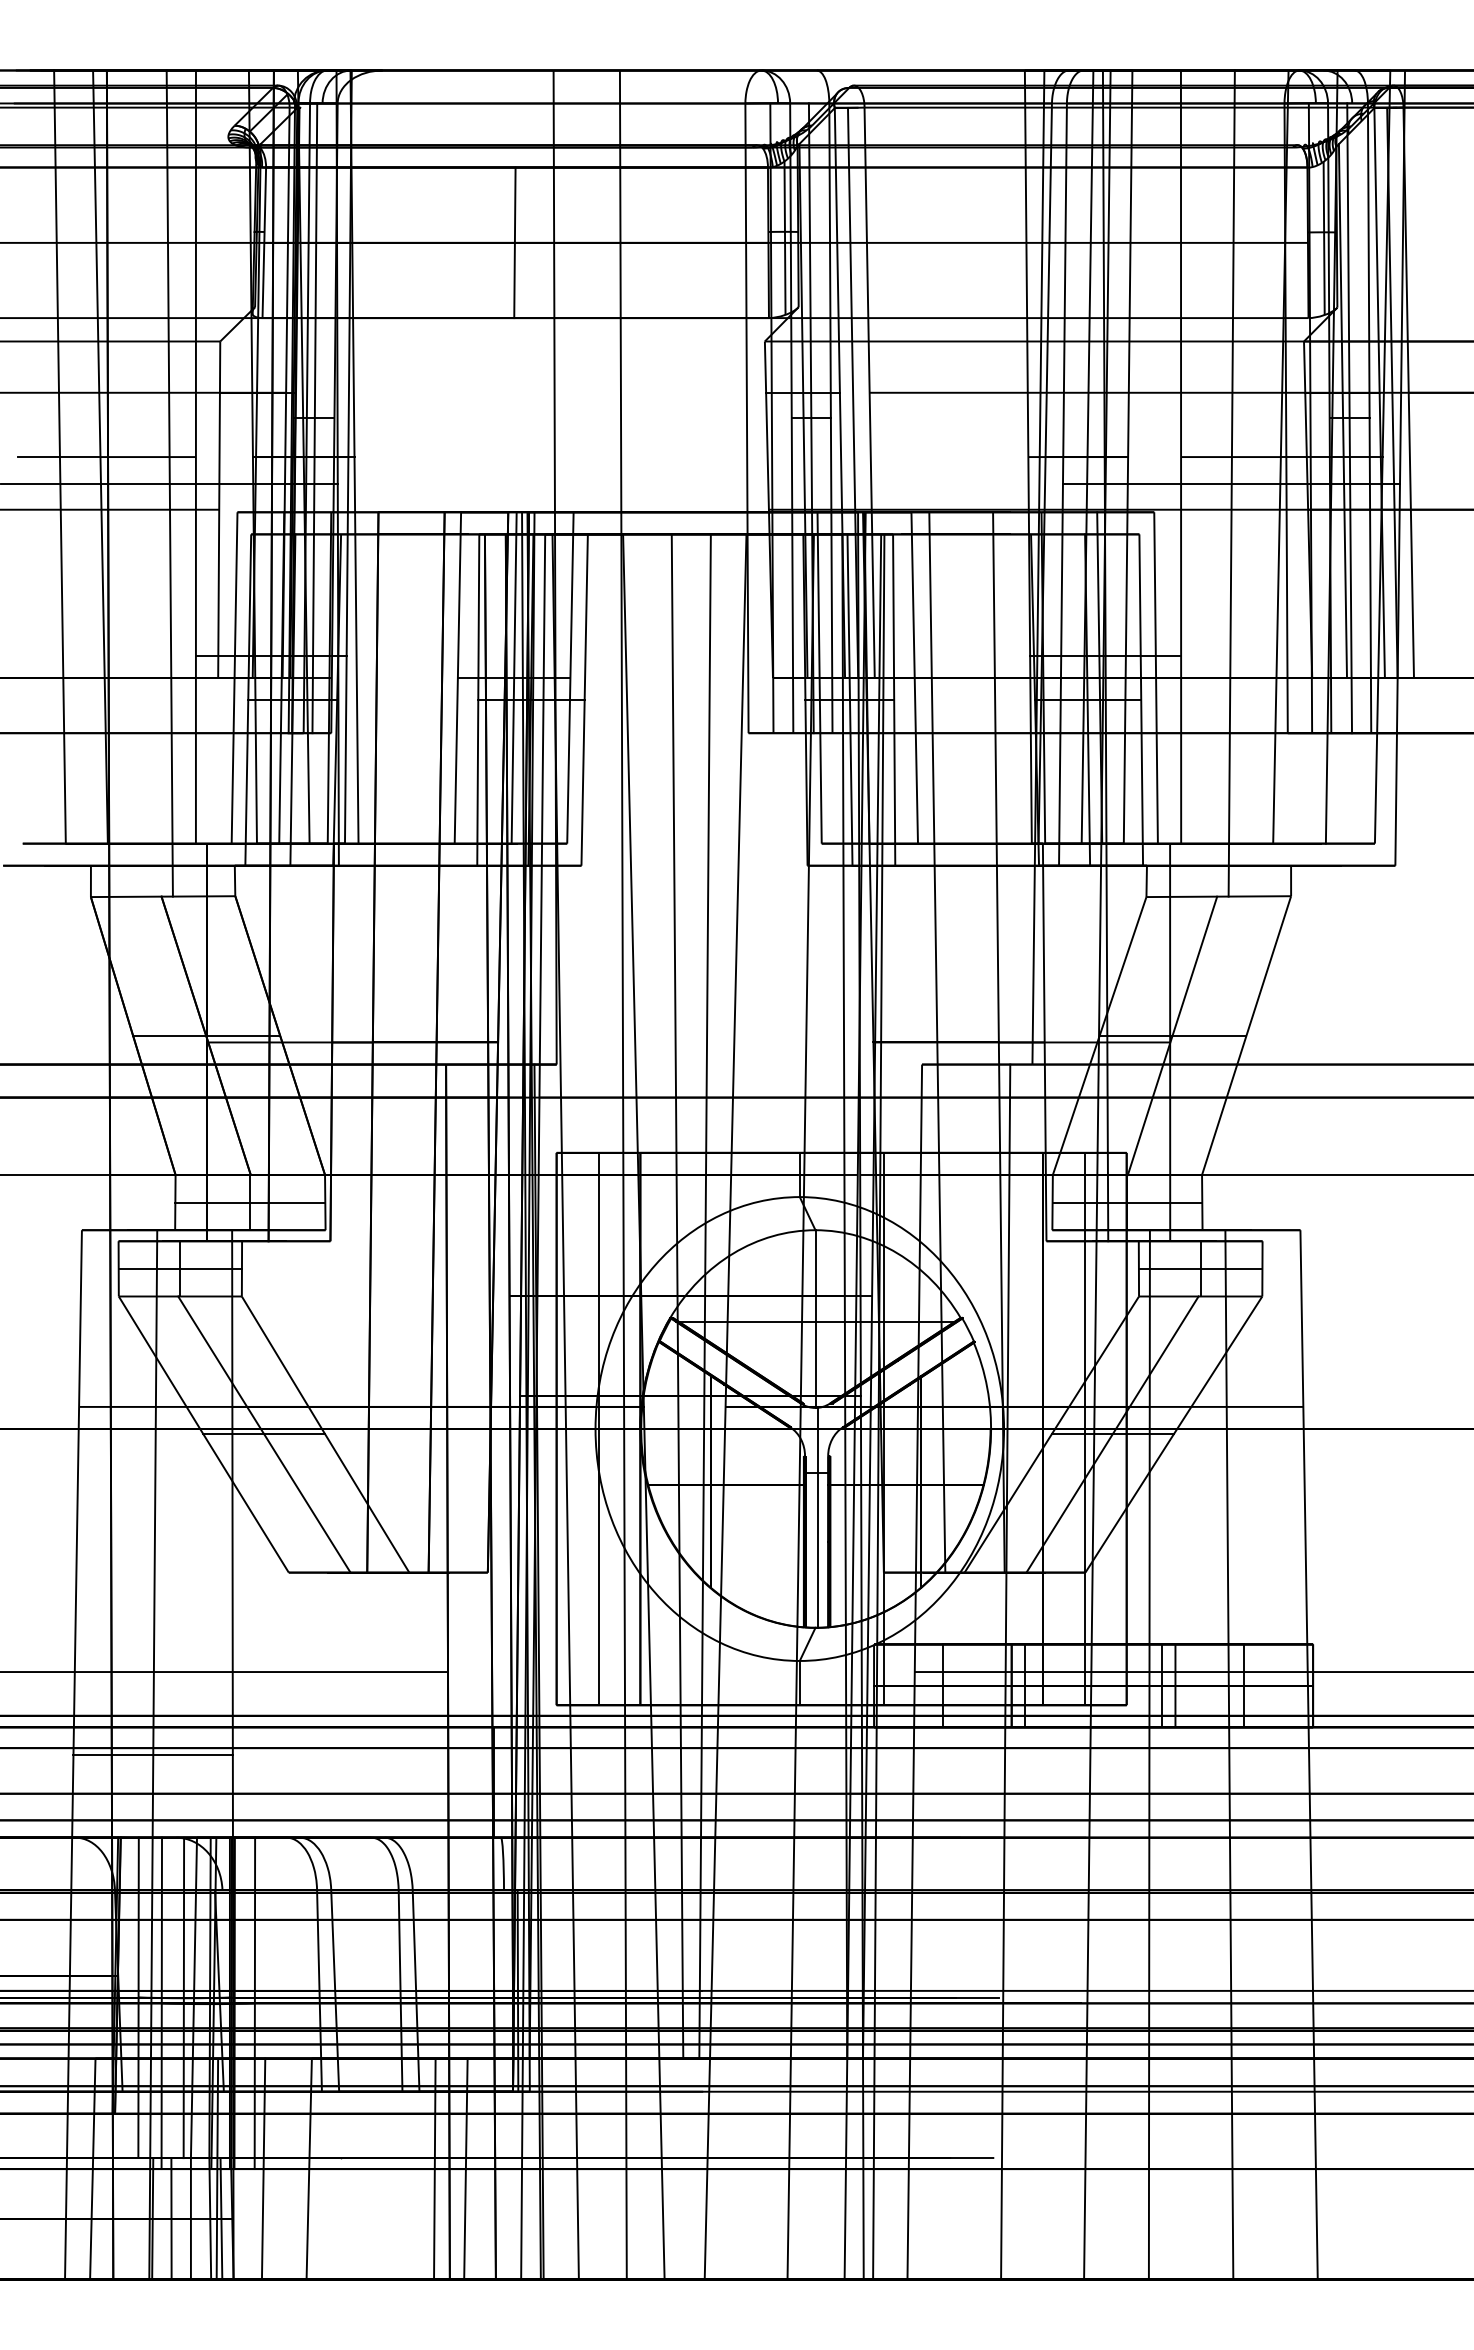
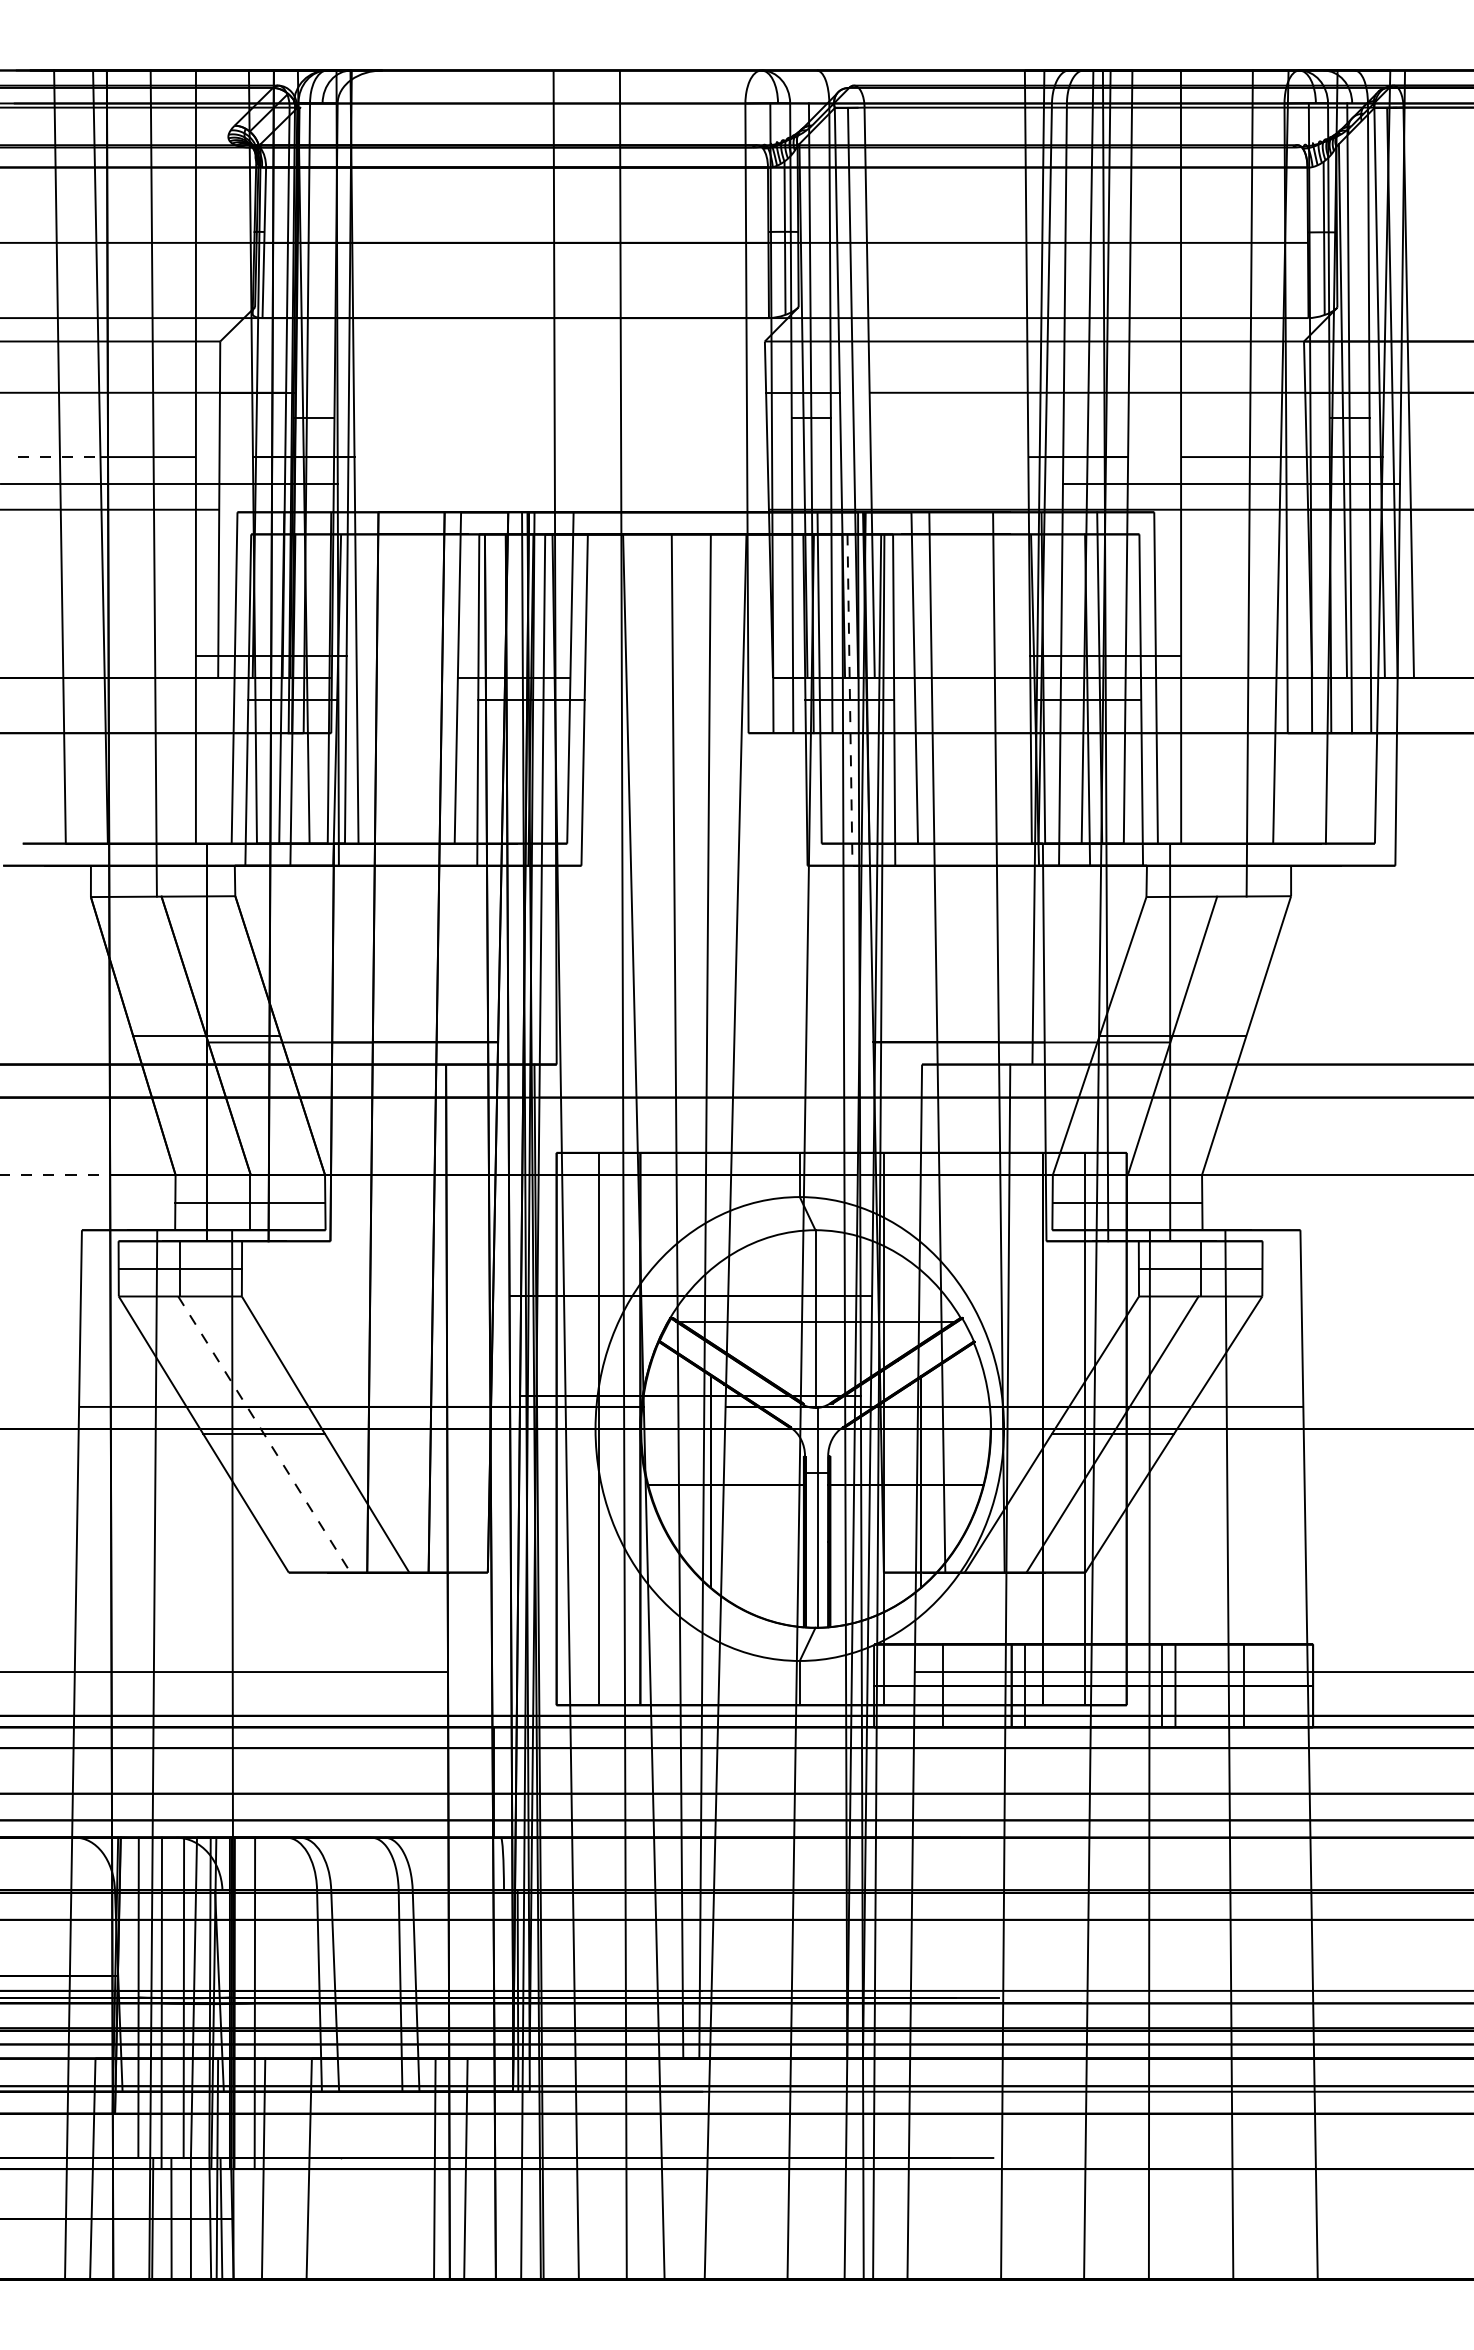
line at (514, 242): present -> none
line at (314, 418): present -> none
line at (59, 457): solid -> dashed
line at (169, 483) position: (169, 483) -> (153, 483)
line at (1231, 483) position: (1231, 483) -> (1249, 483)
line at (513, 677): present -> none
line at (850, 700): solid -> dashed
line at (55, 1175): solid -> dashed
line at (264, 1434): solid -> dashed
line at (152, 1754): present -> none
